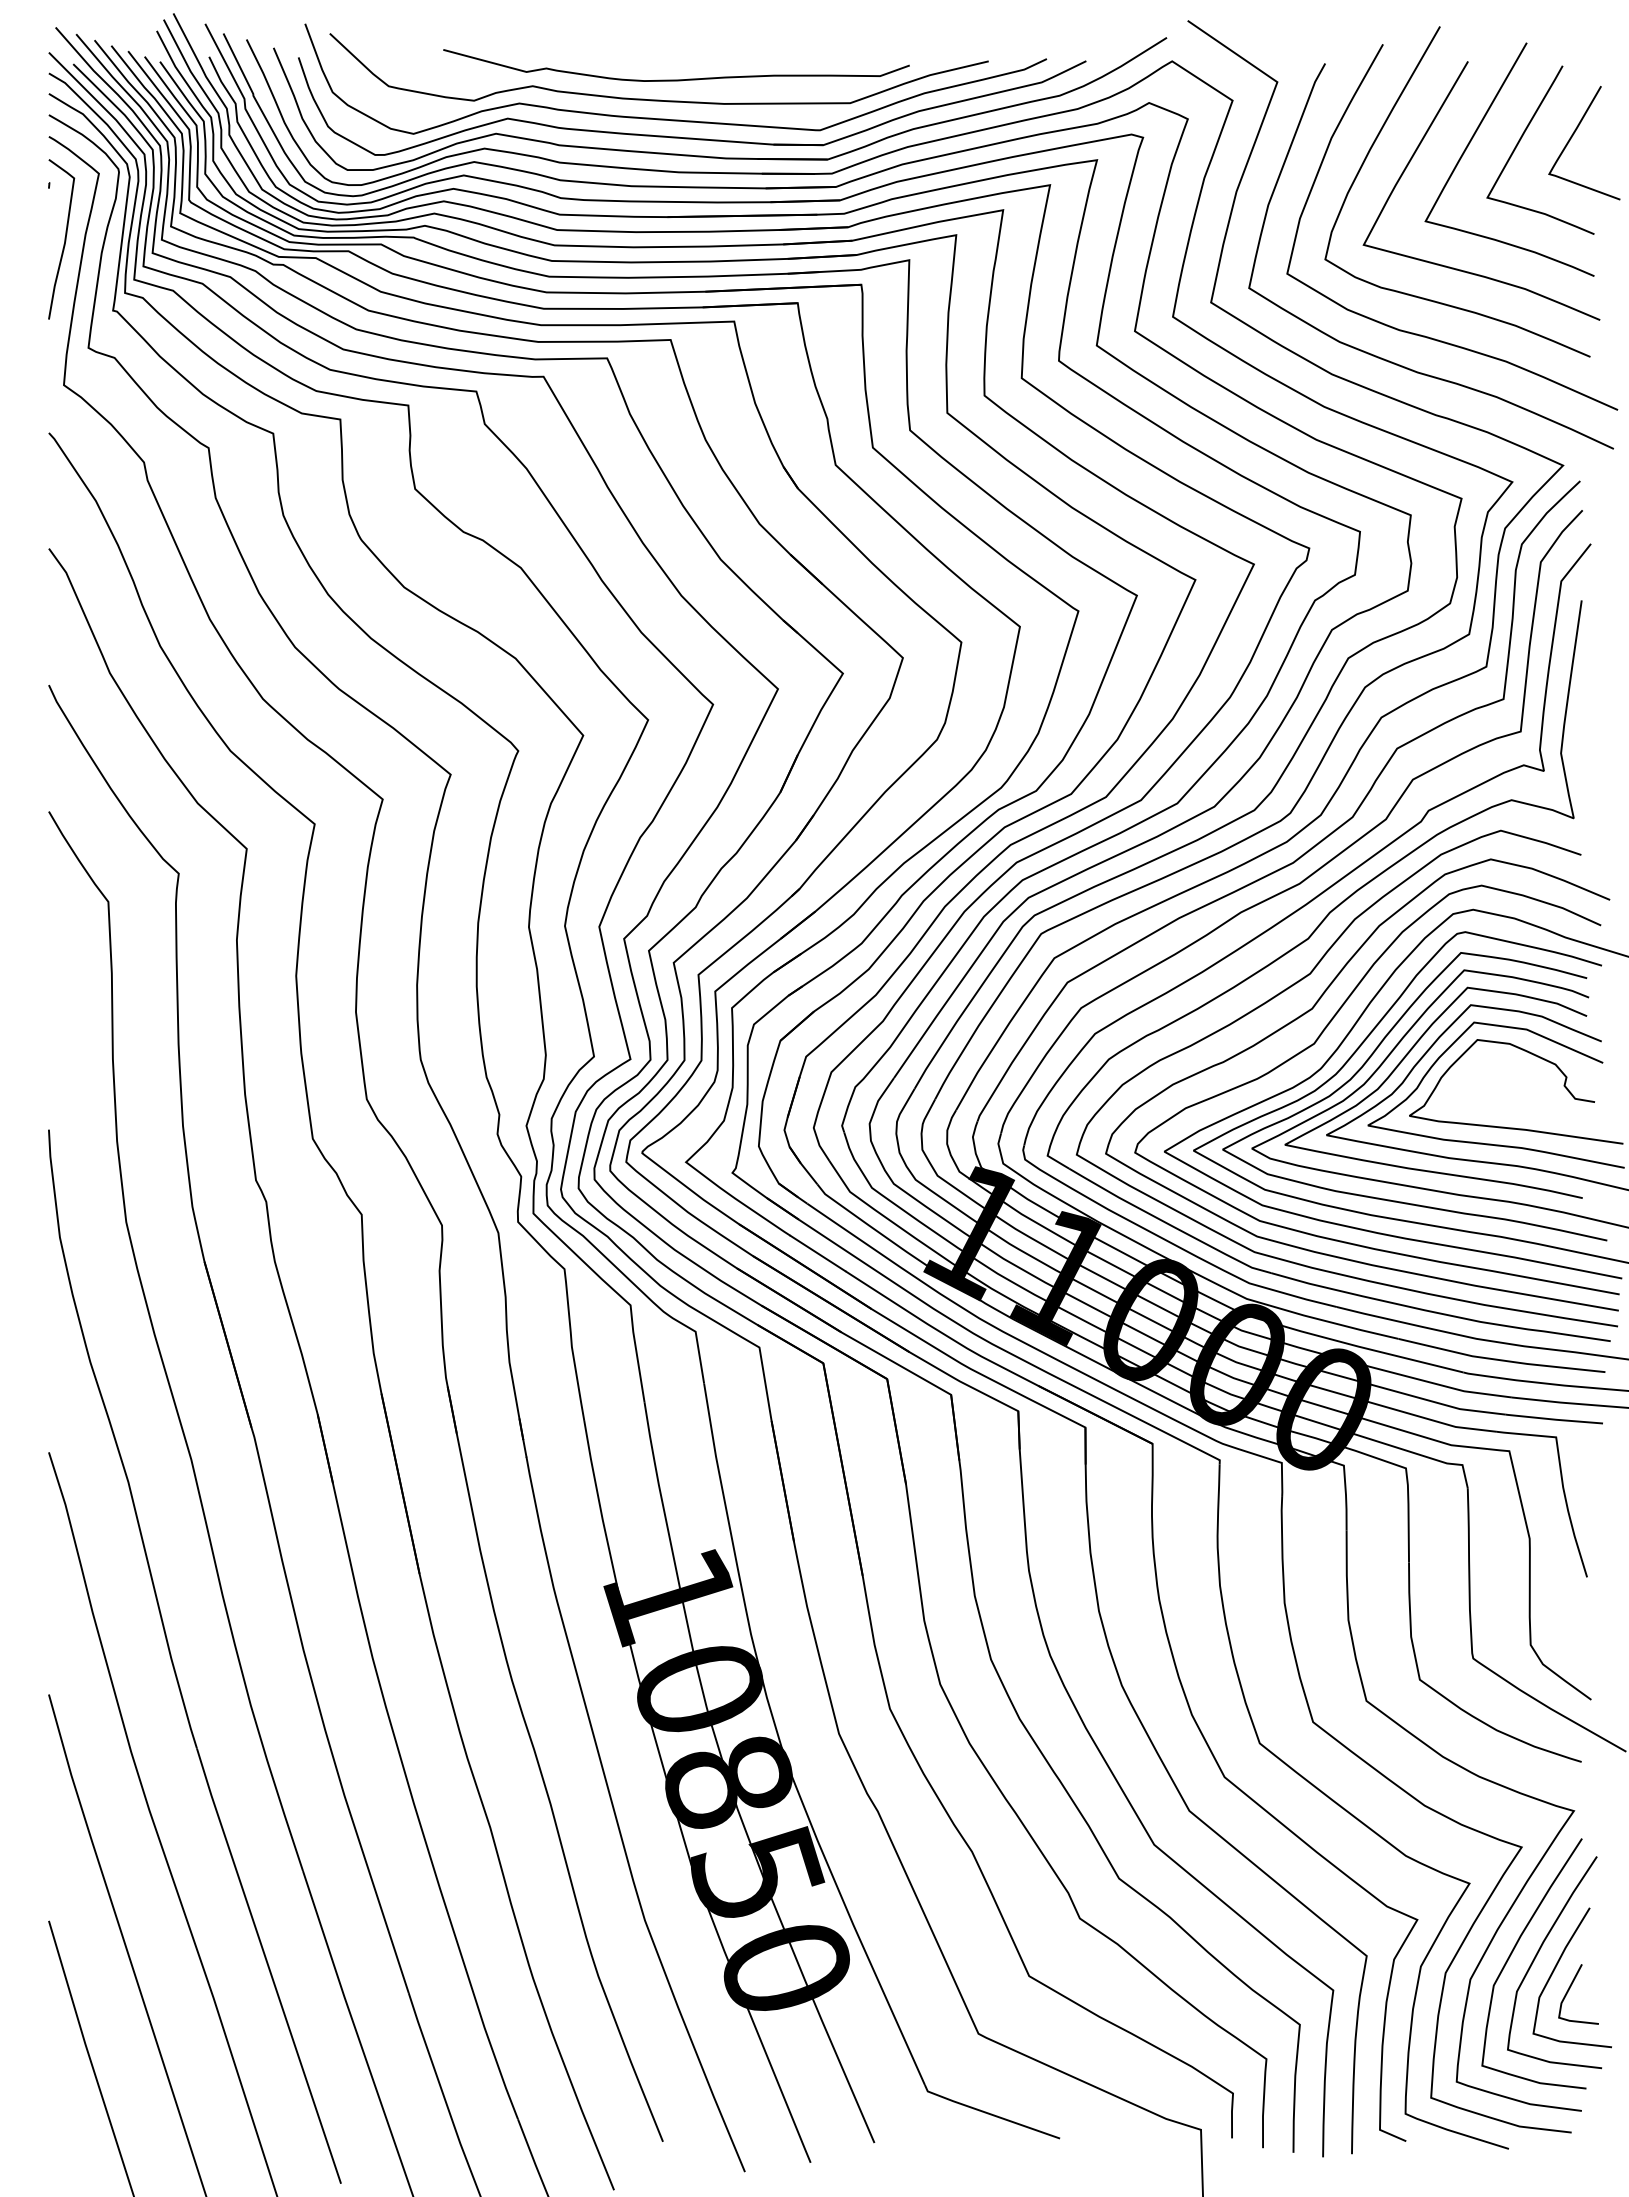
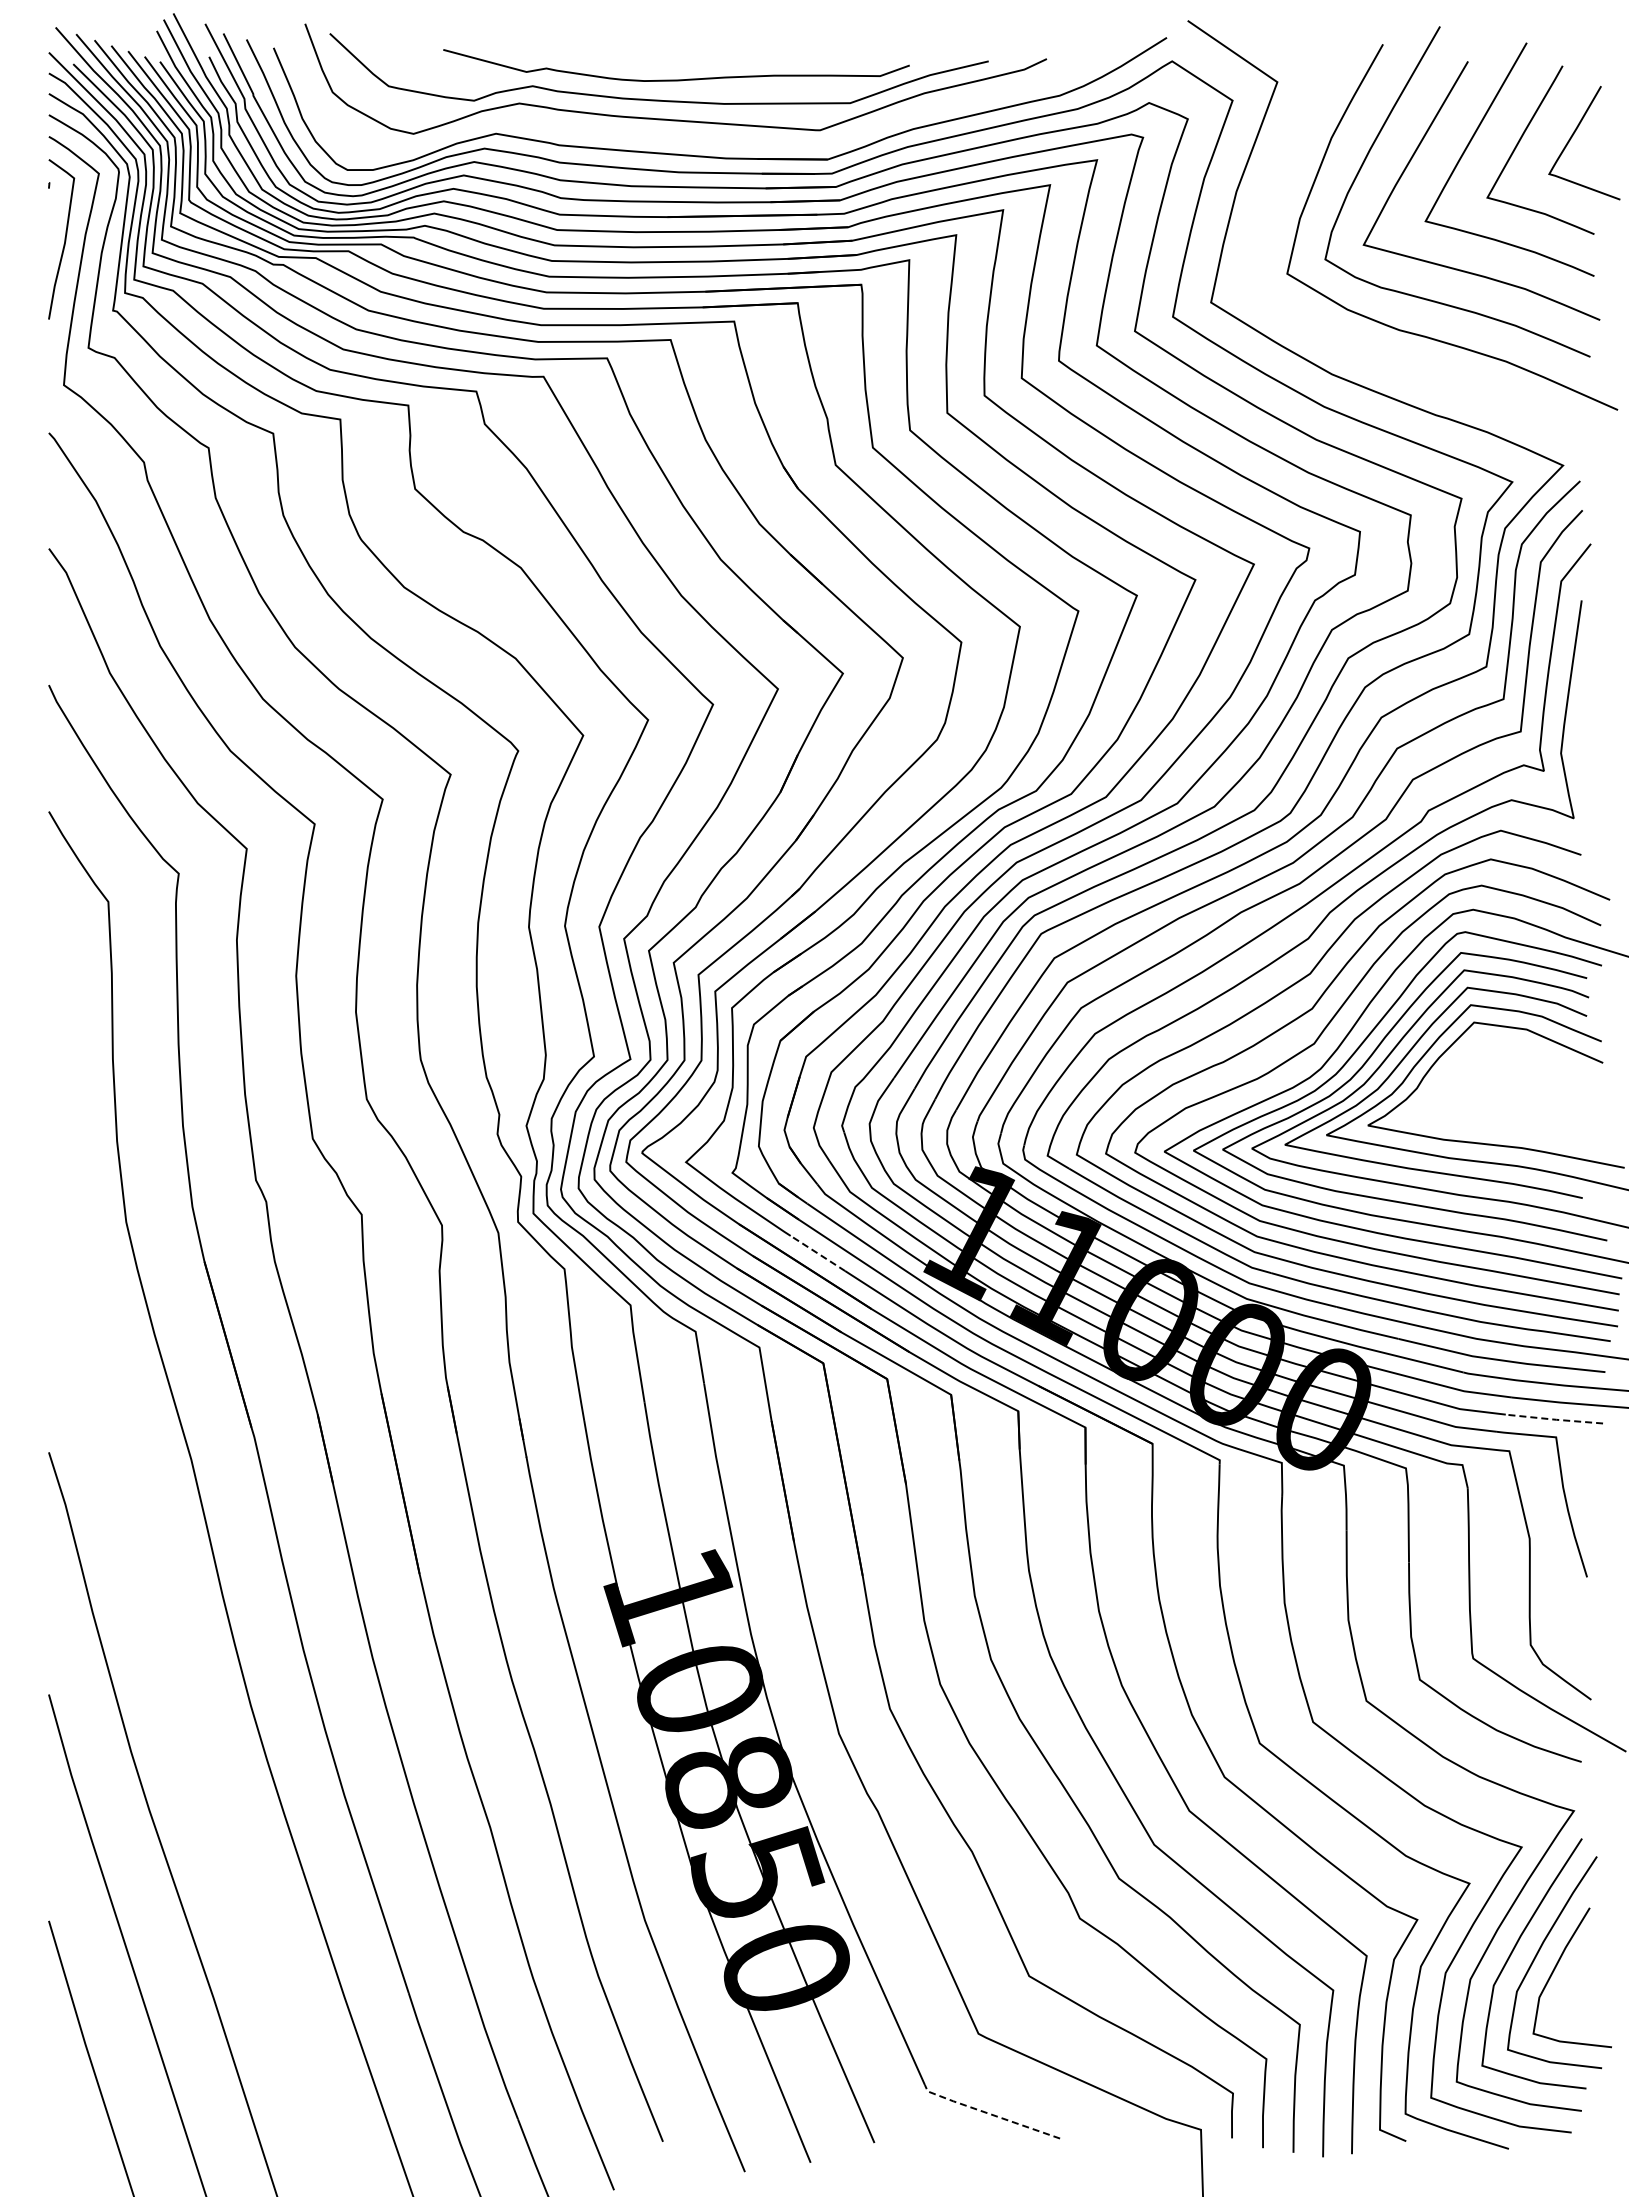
part at (692, 137): present -> none
curve at (1392, 361): present -> none
curve at (1514, 1127): present -> none
line at (817, 1253): solid -> dashed
line at (1553, 1419): solid -> dashed
part at (173, 1661): present -> none
line at (1569, 1990): present -> none
line at (988, 2113): solid -> dashed
